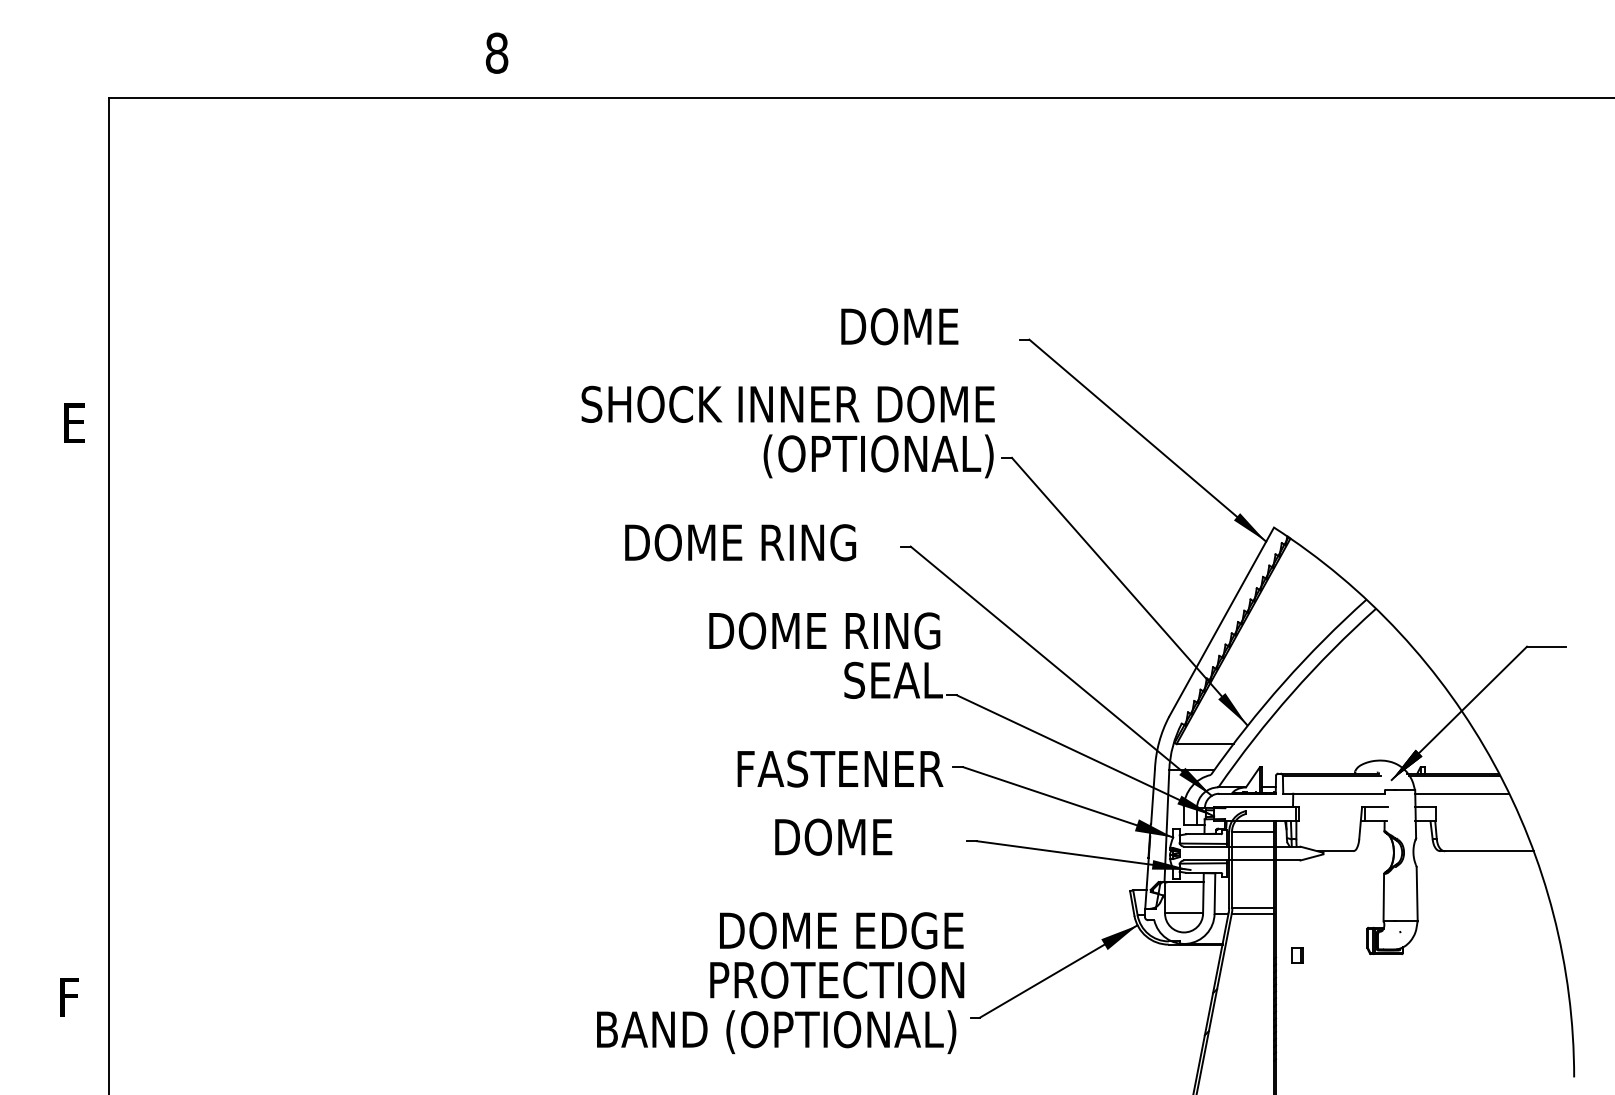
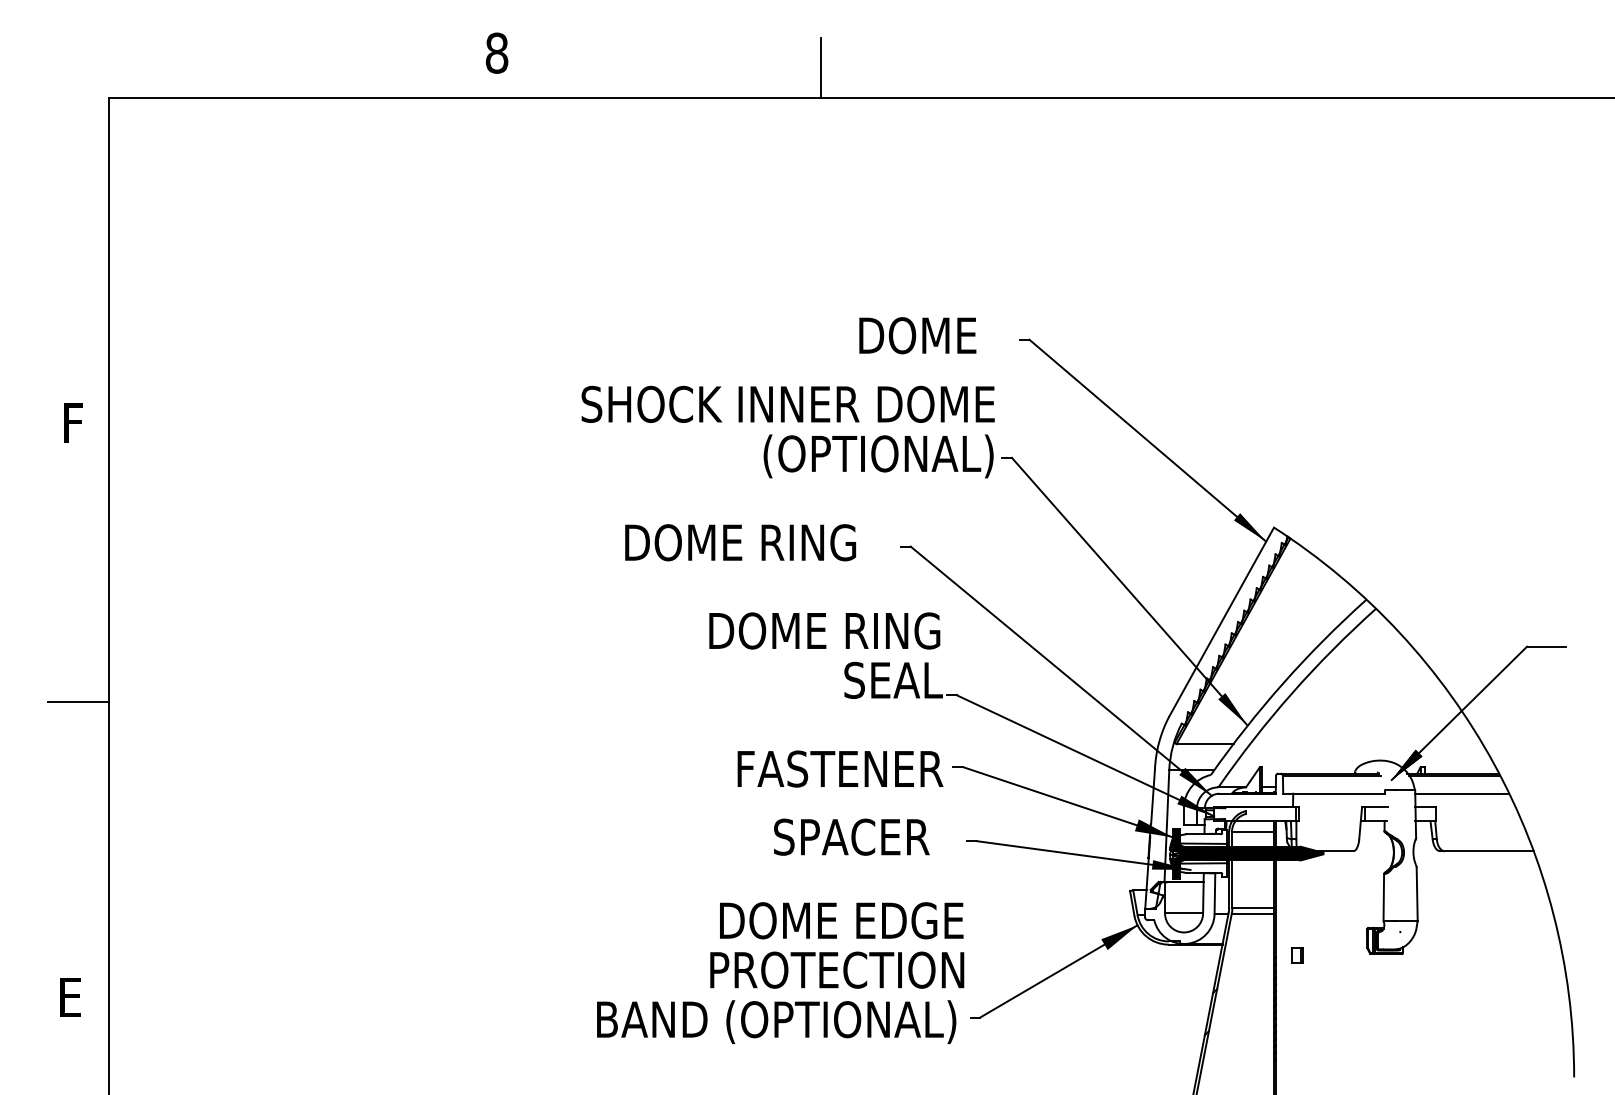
line at (820, 68): none -> present
text at (899, 326) position: (899, 326) -> (917, 335)
text at (76, 422): E -> F
line at (78, 702): none -> present
text at (851, 836): DOME -> SPACER
fill at (1246, 853): none -> present
text at (780, 983) position: (780, 983) -> (780, 973)
text at (72, 997): F -> E
